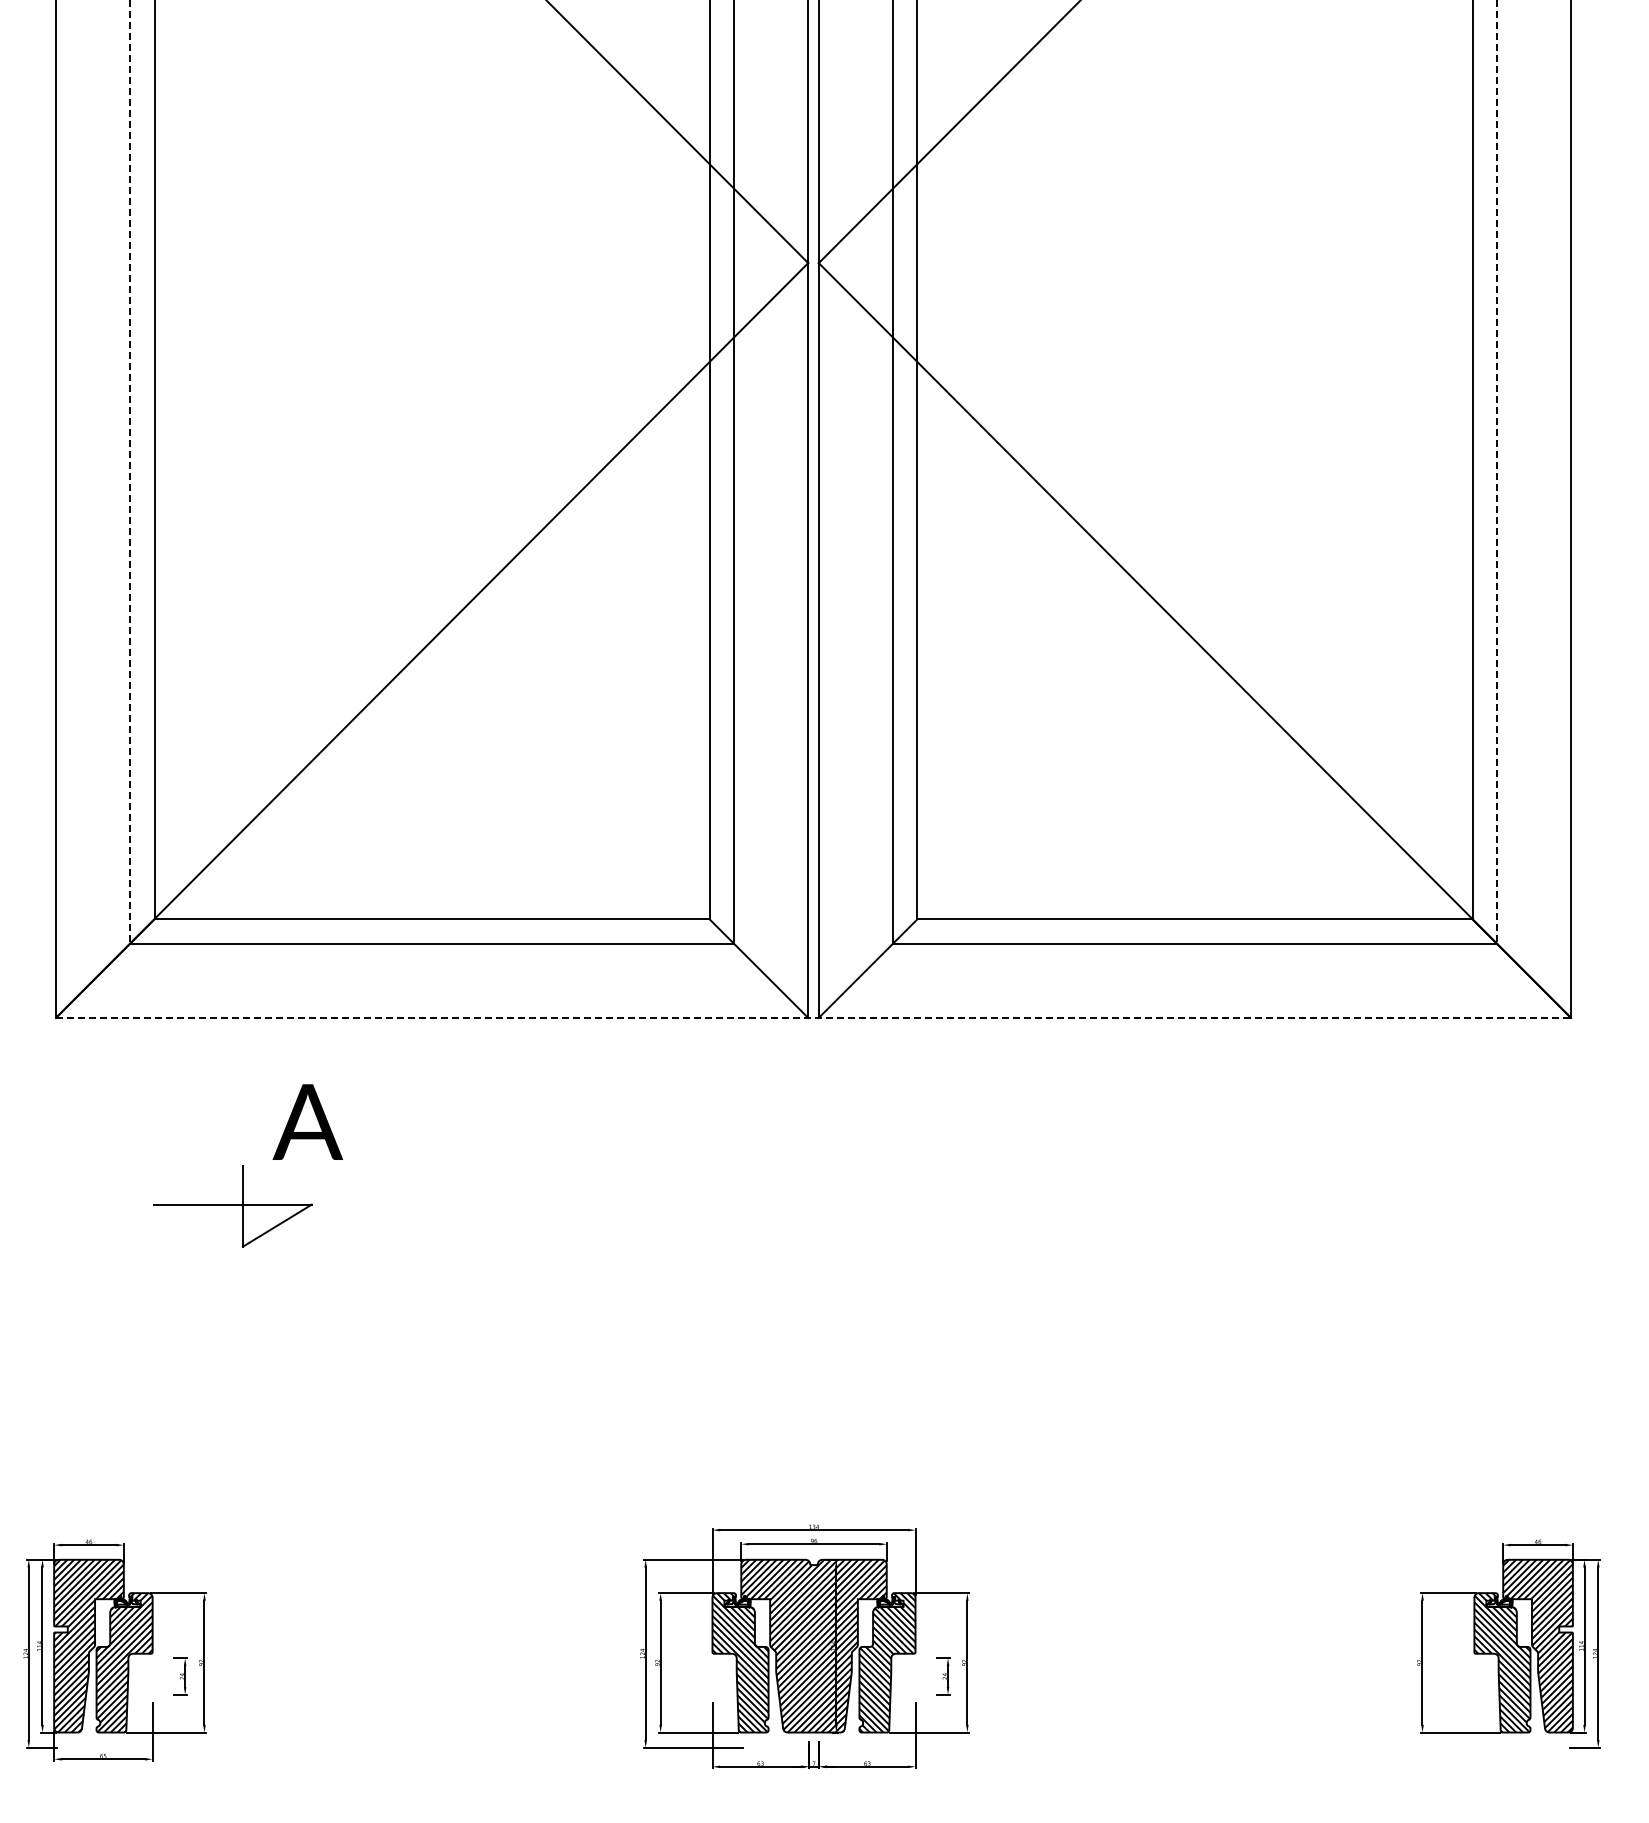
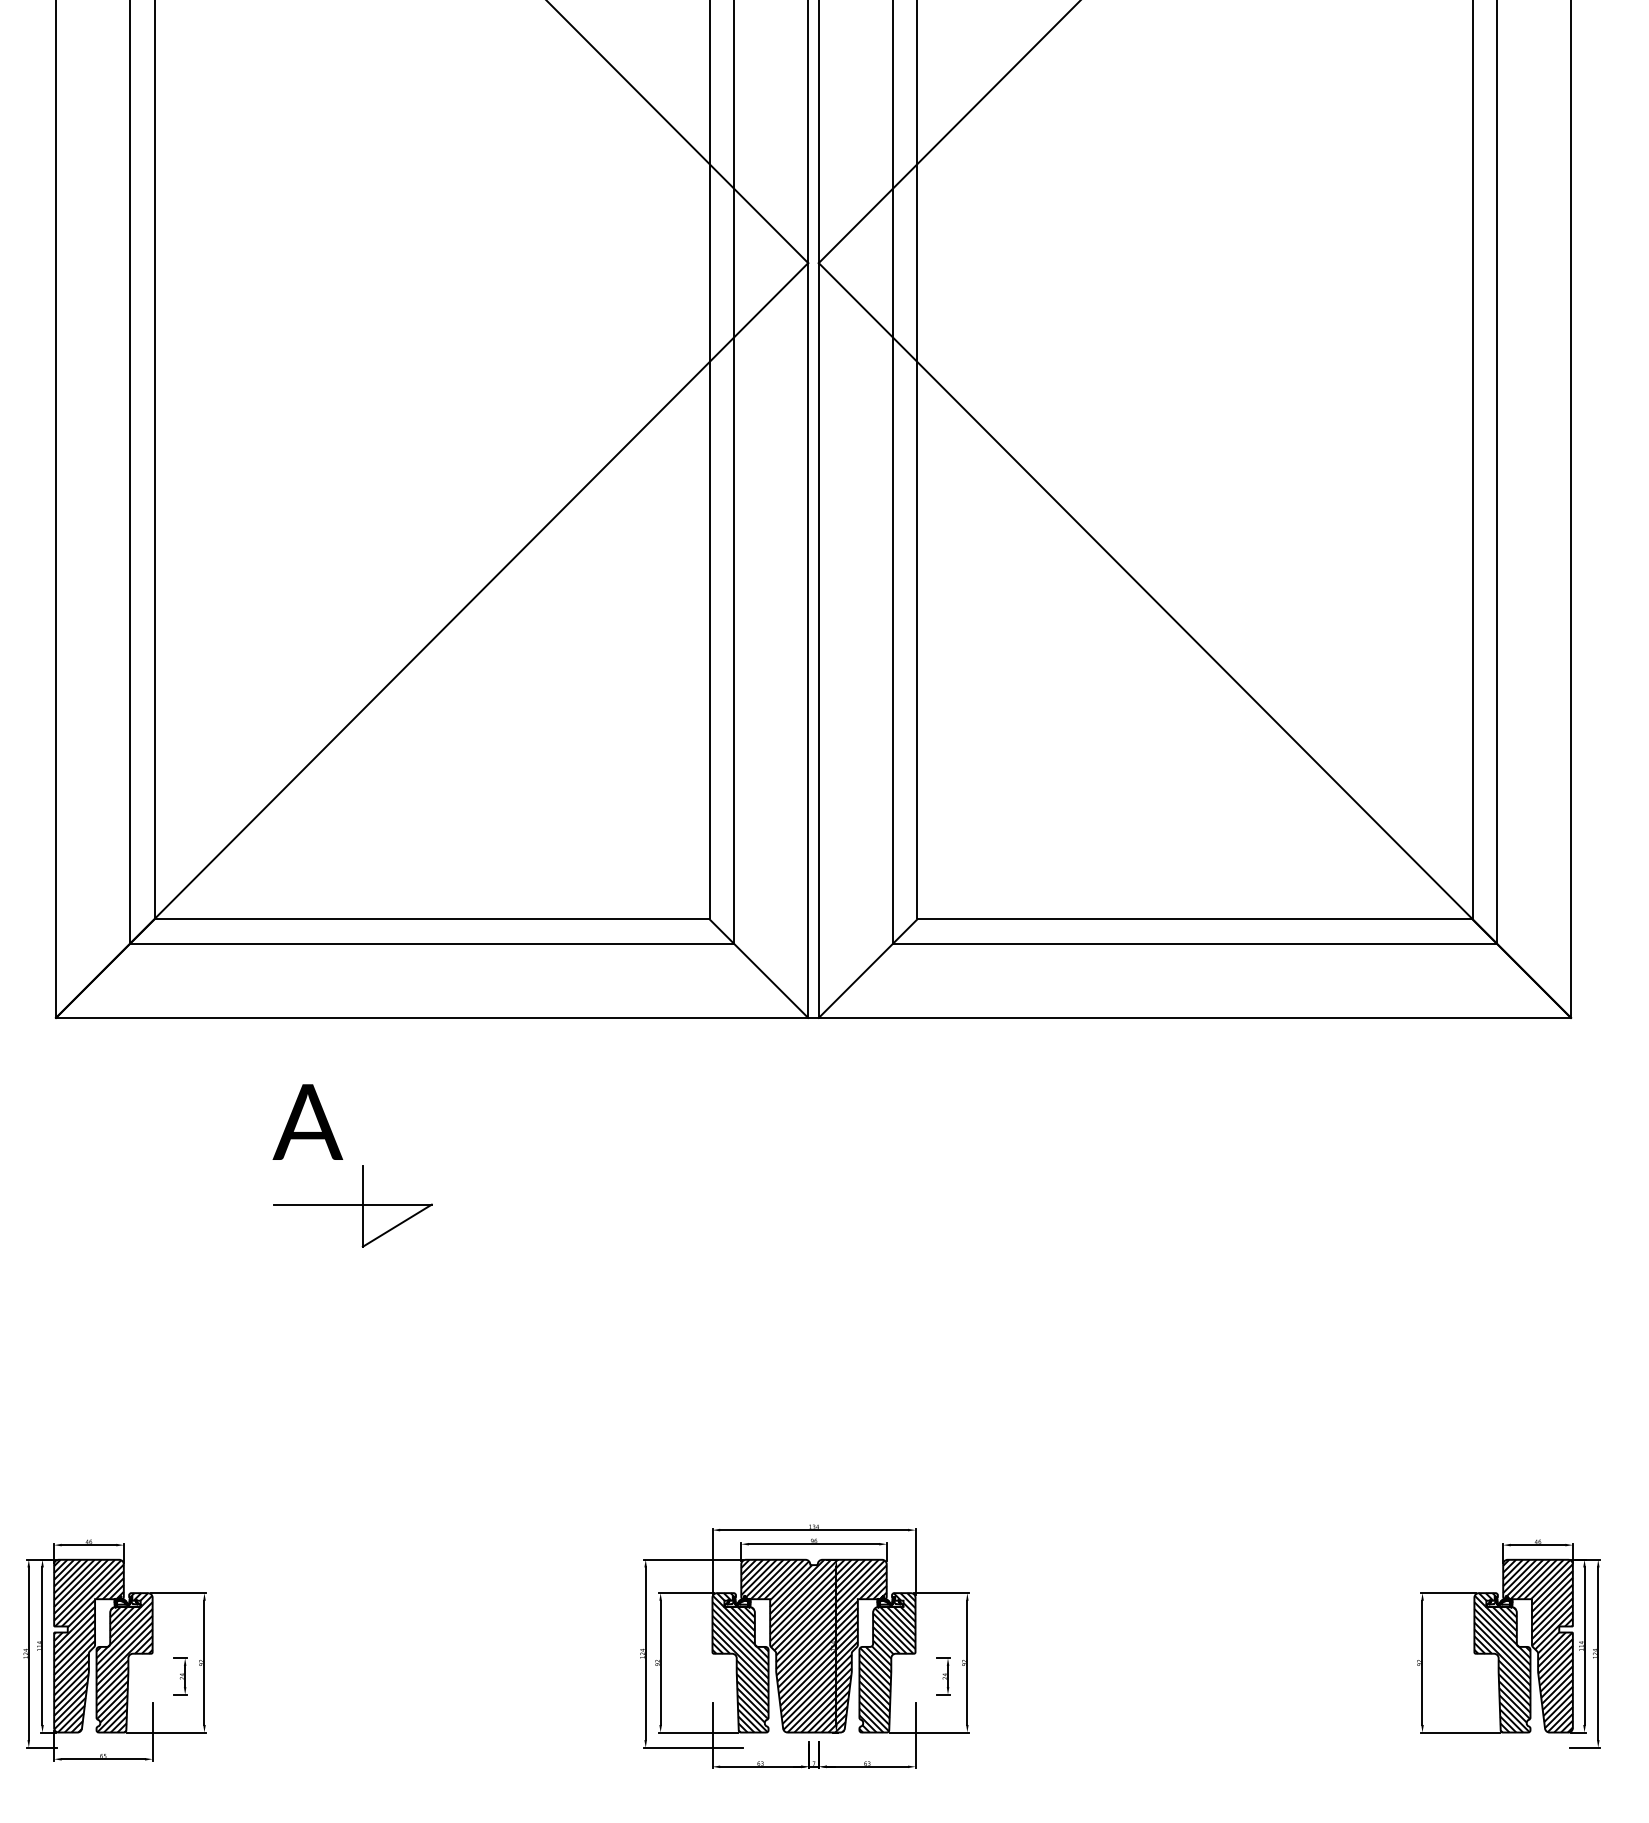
line at (130, 471): dashed -> solid
line at (1496, 471): dashed -> solid
line at (814, 1017): dashed -> solid
part at (232, 1206) position: (232, 1206) -> (352, 1206)
